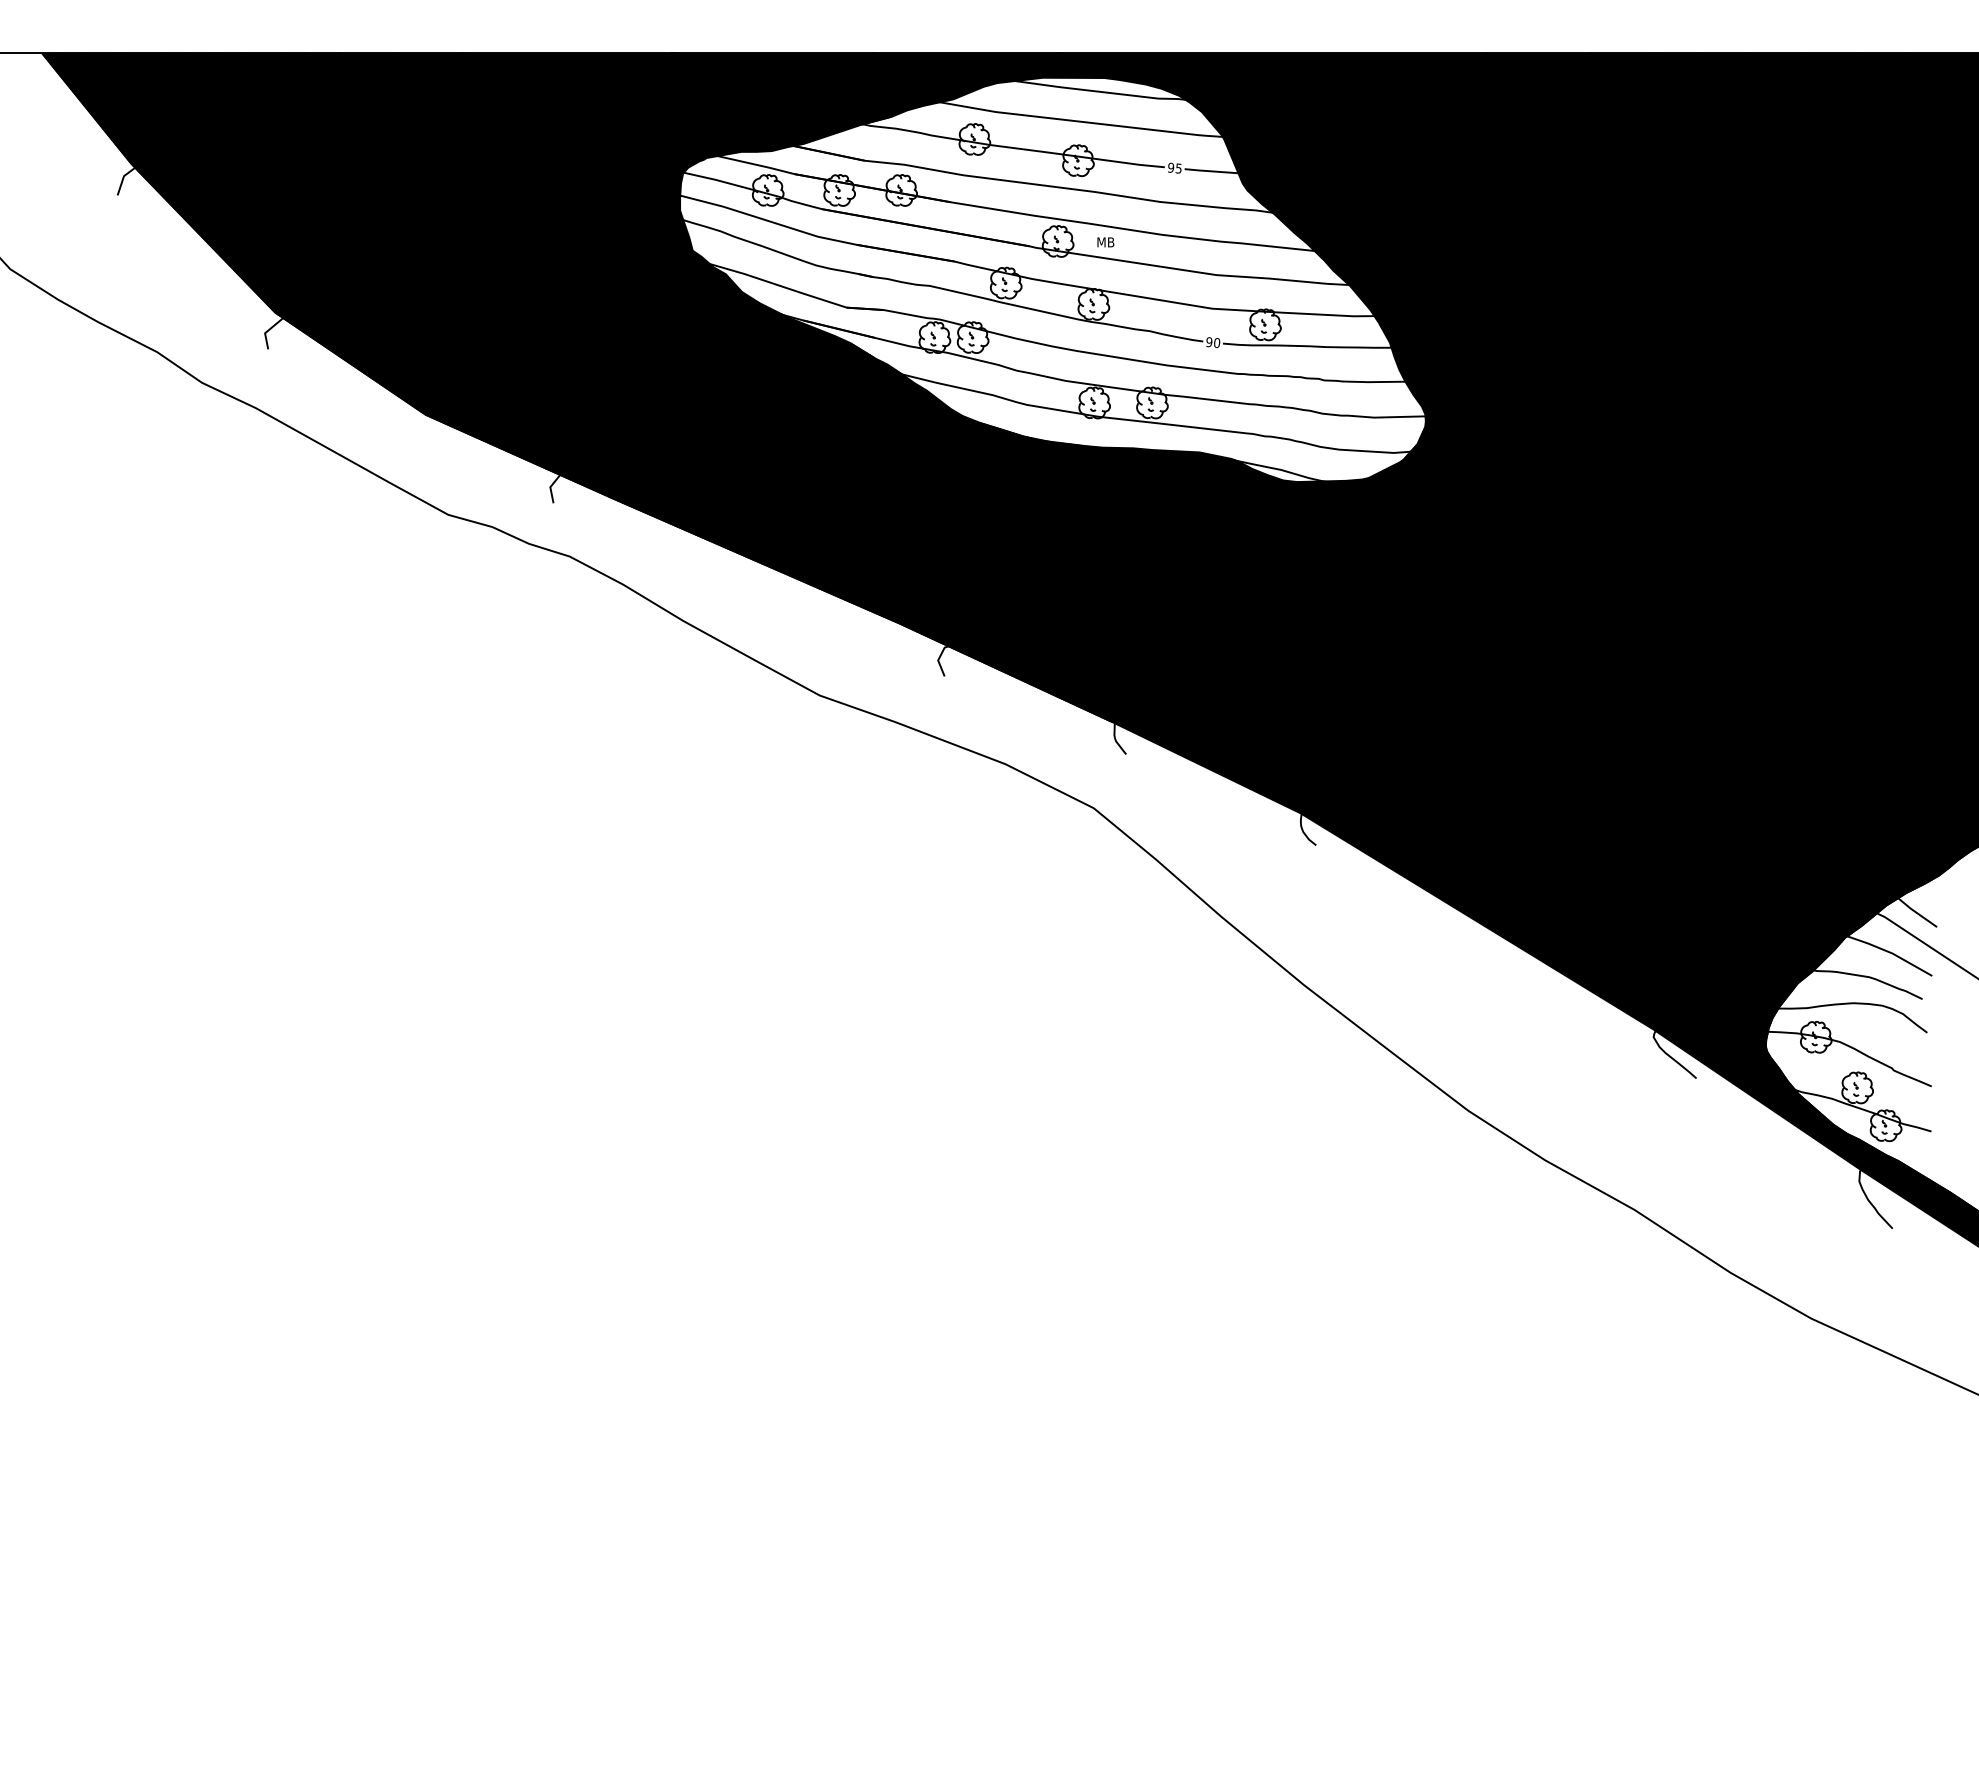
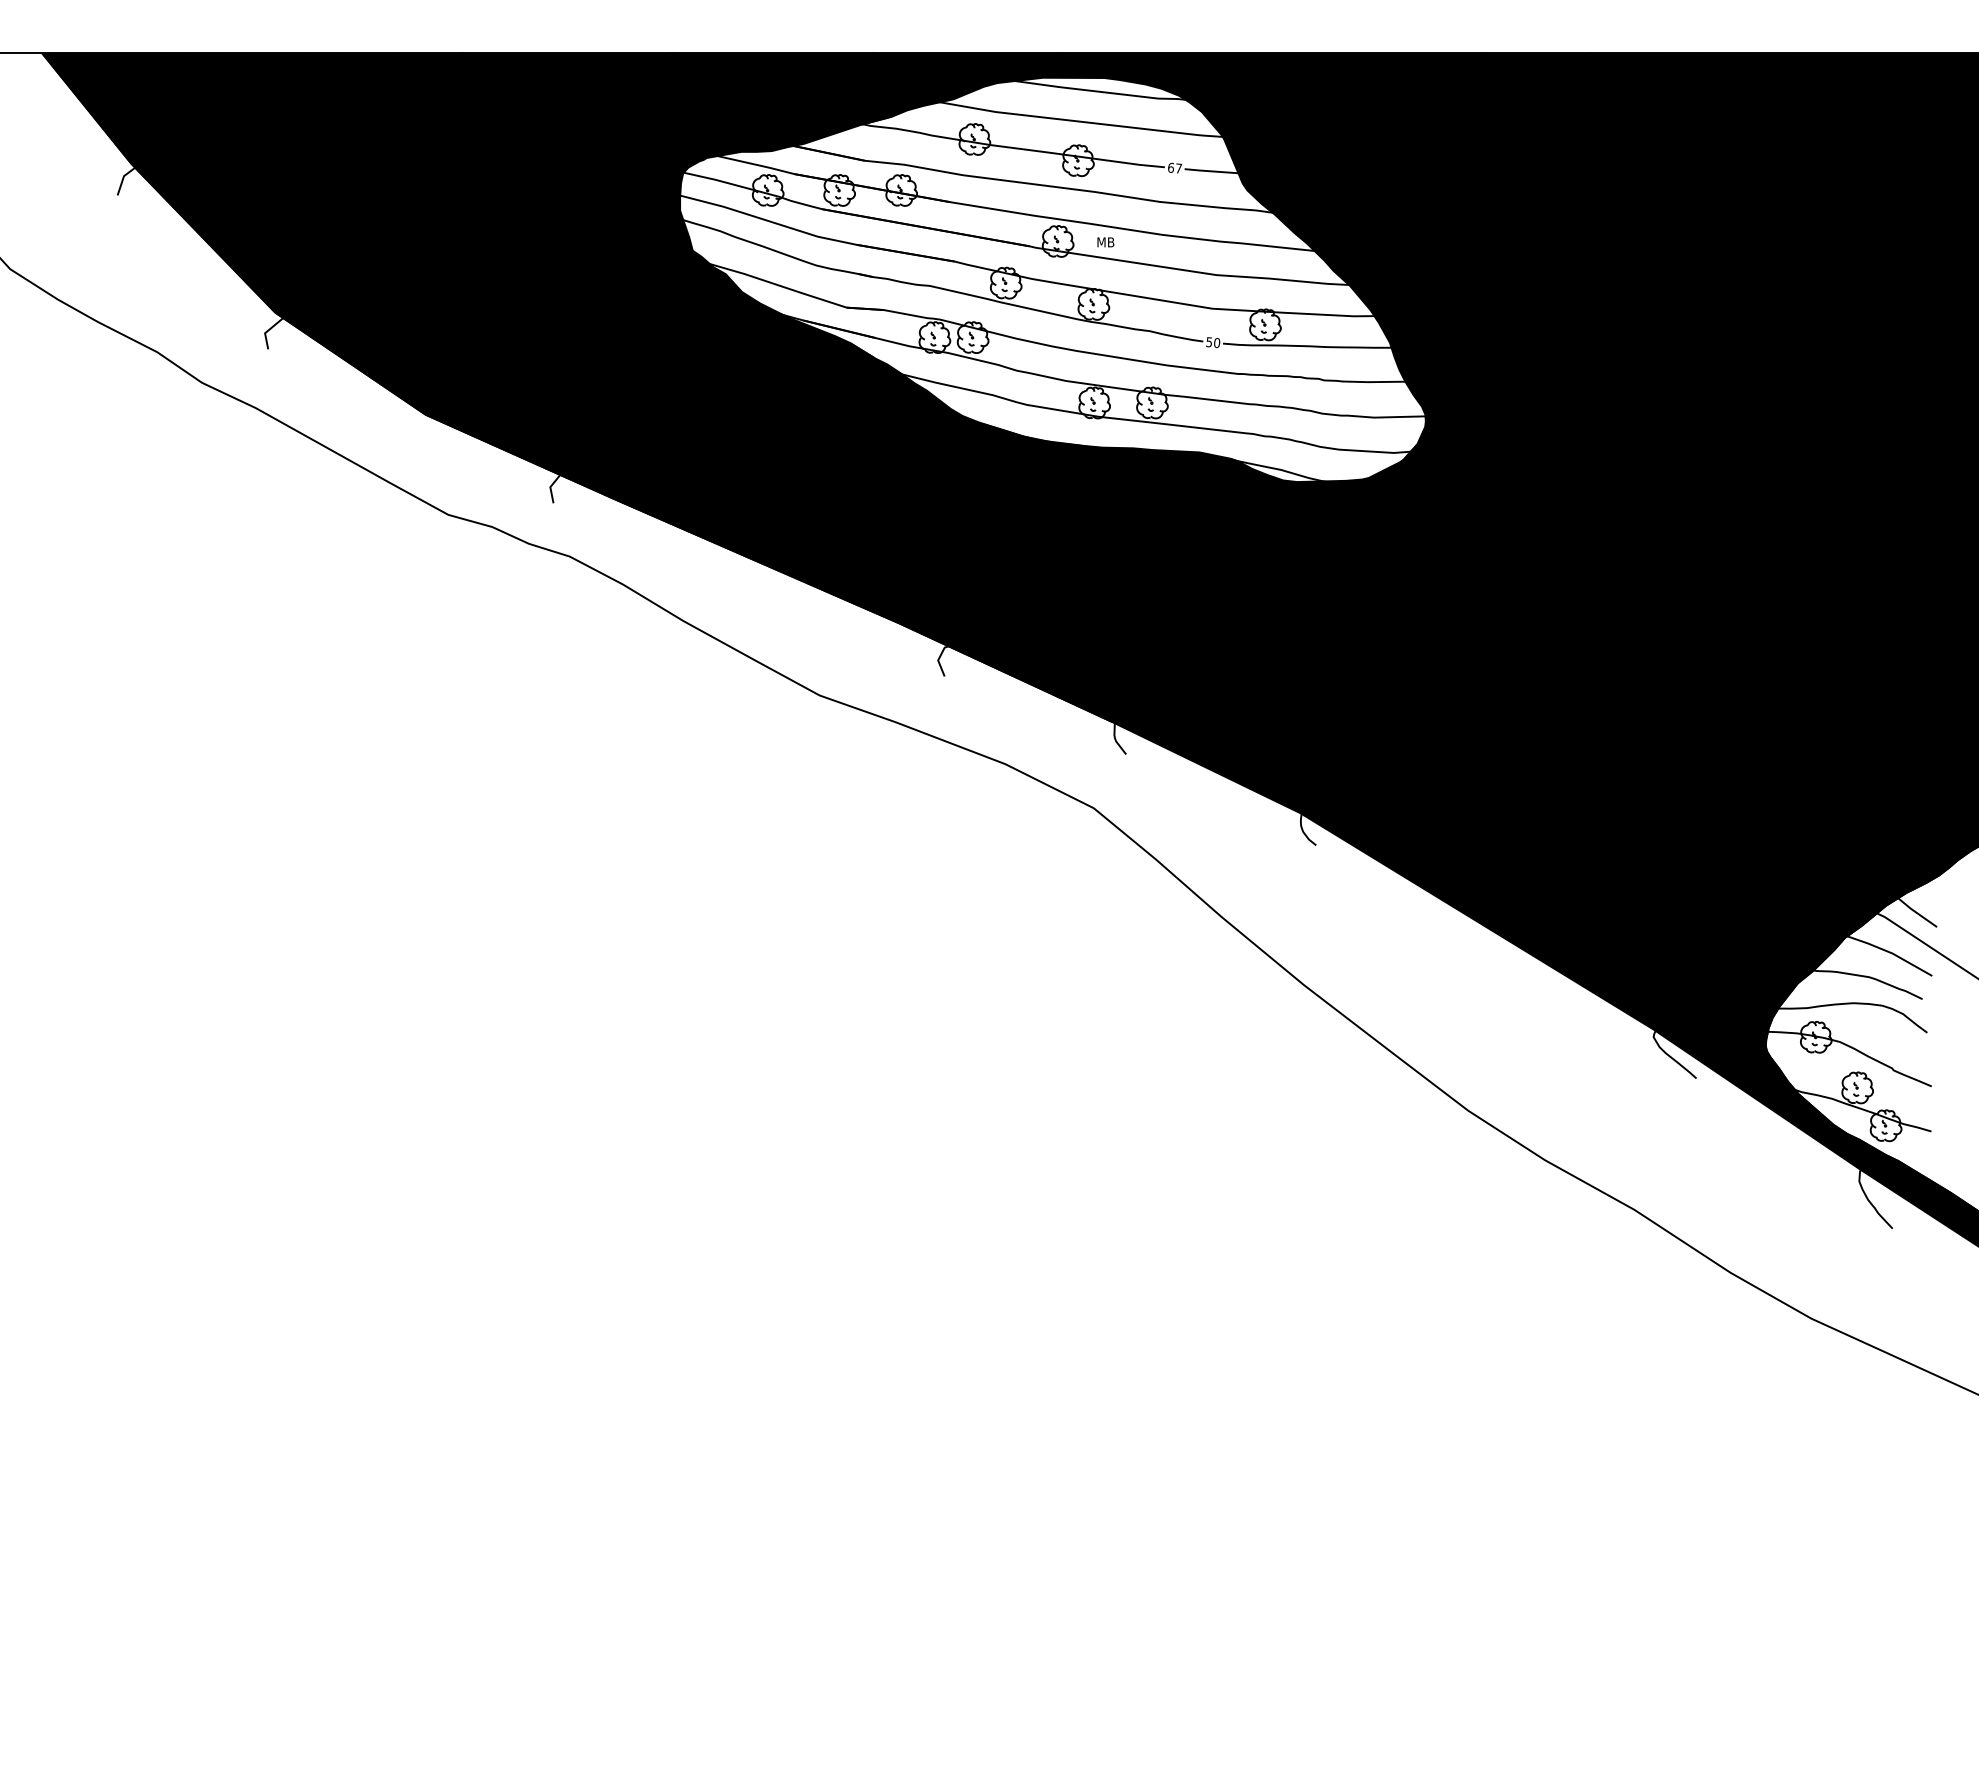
text at (1175, 167): 95 -> 67
text at (1209, 342): 90 -> 50
